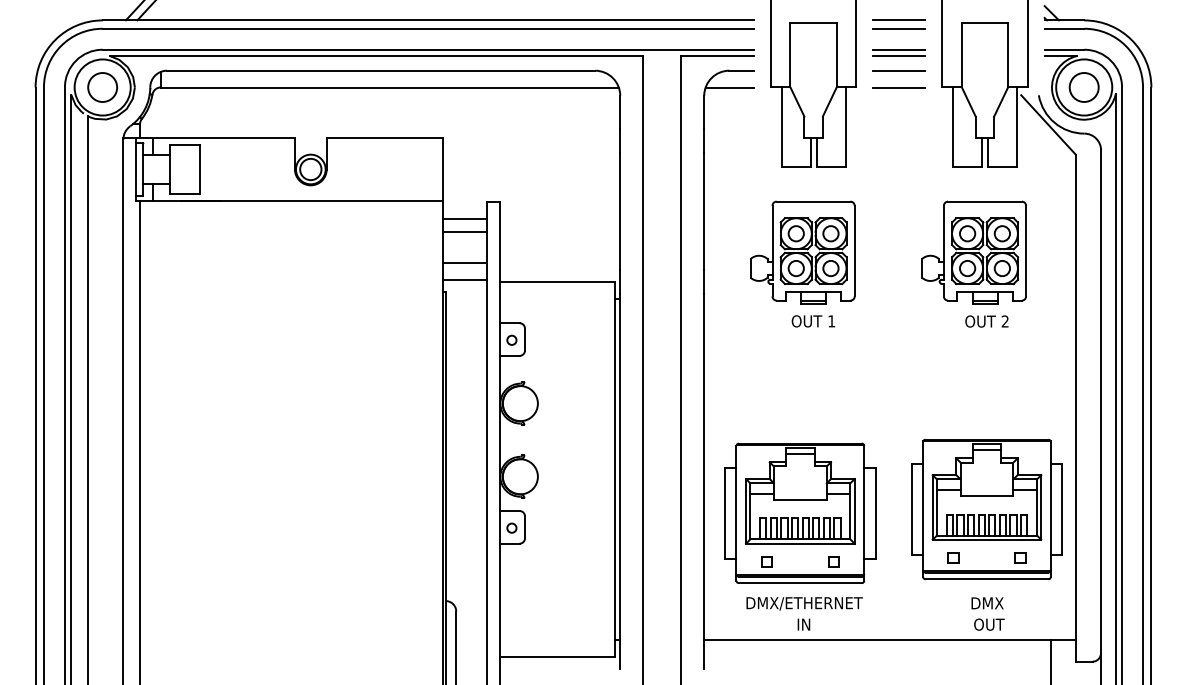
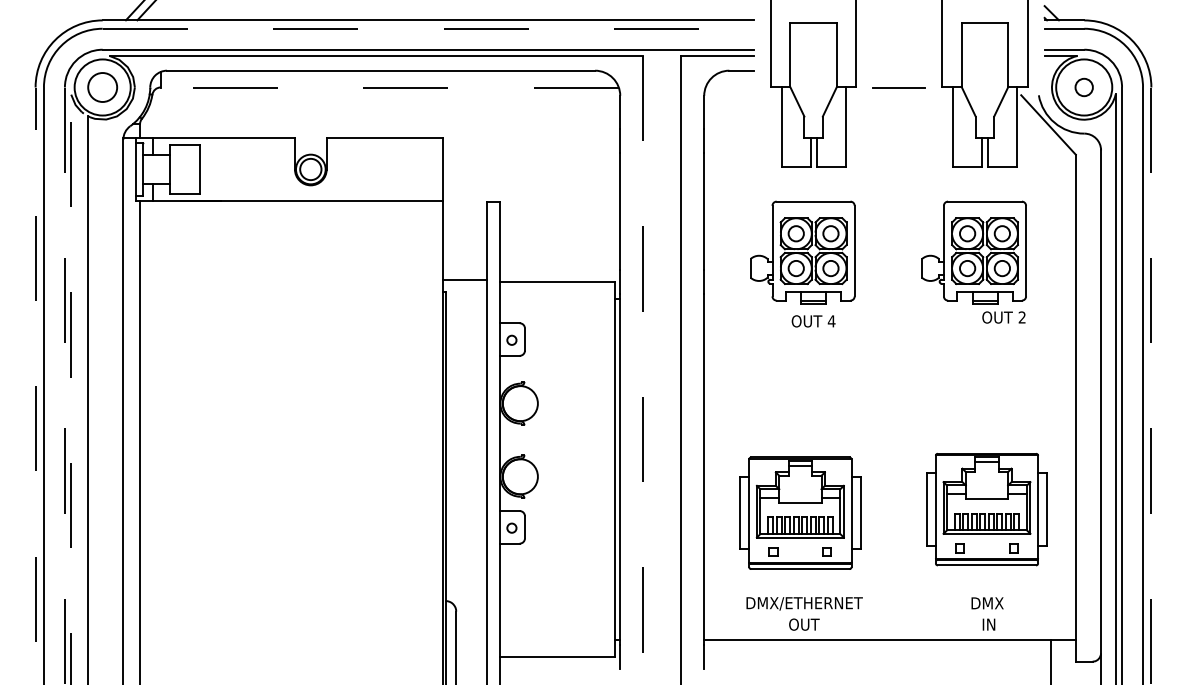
line at (899, 20): present -> none
line at (428, 28): solid -> dashed
line at (899, 28): present -> none
line at (899, 49): present -> none
line at (899, 55): present -> none
line at (899, 70): present -> none
line at (389, 87): solid -> dashed
line at (729, 87): present -> none
circle at (1083, 87) diameter: 29 px -> 17 px
line at (464, 218): present -> none
line at (464, 232): present -> none
line at (464, 263): present -> none
text at (831, 321): 1 -> 4
text at (986, 321) position: (986, 321) -> (1003, 317)
line at (643, 370): solid -> dashed
line at (35, 385): solid -> dashed
line at (64, 386): solid -> dashed
line at (1151, 386): solid -> dashed
line at (71, 389): solid -> dashed
part at (986, 509) size: 152x142 px -> 122x114 px
part at (800, 512) size: 153x142 px -> 123x114 px
text at (804, 624): IN -> OUT
text at (989, 624): OUT -> IN
